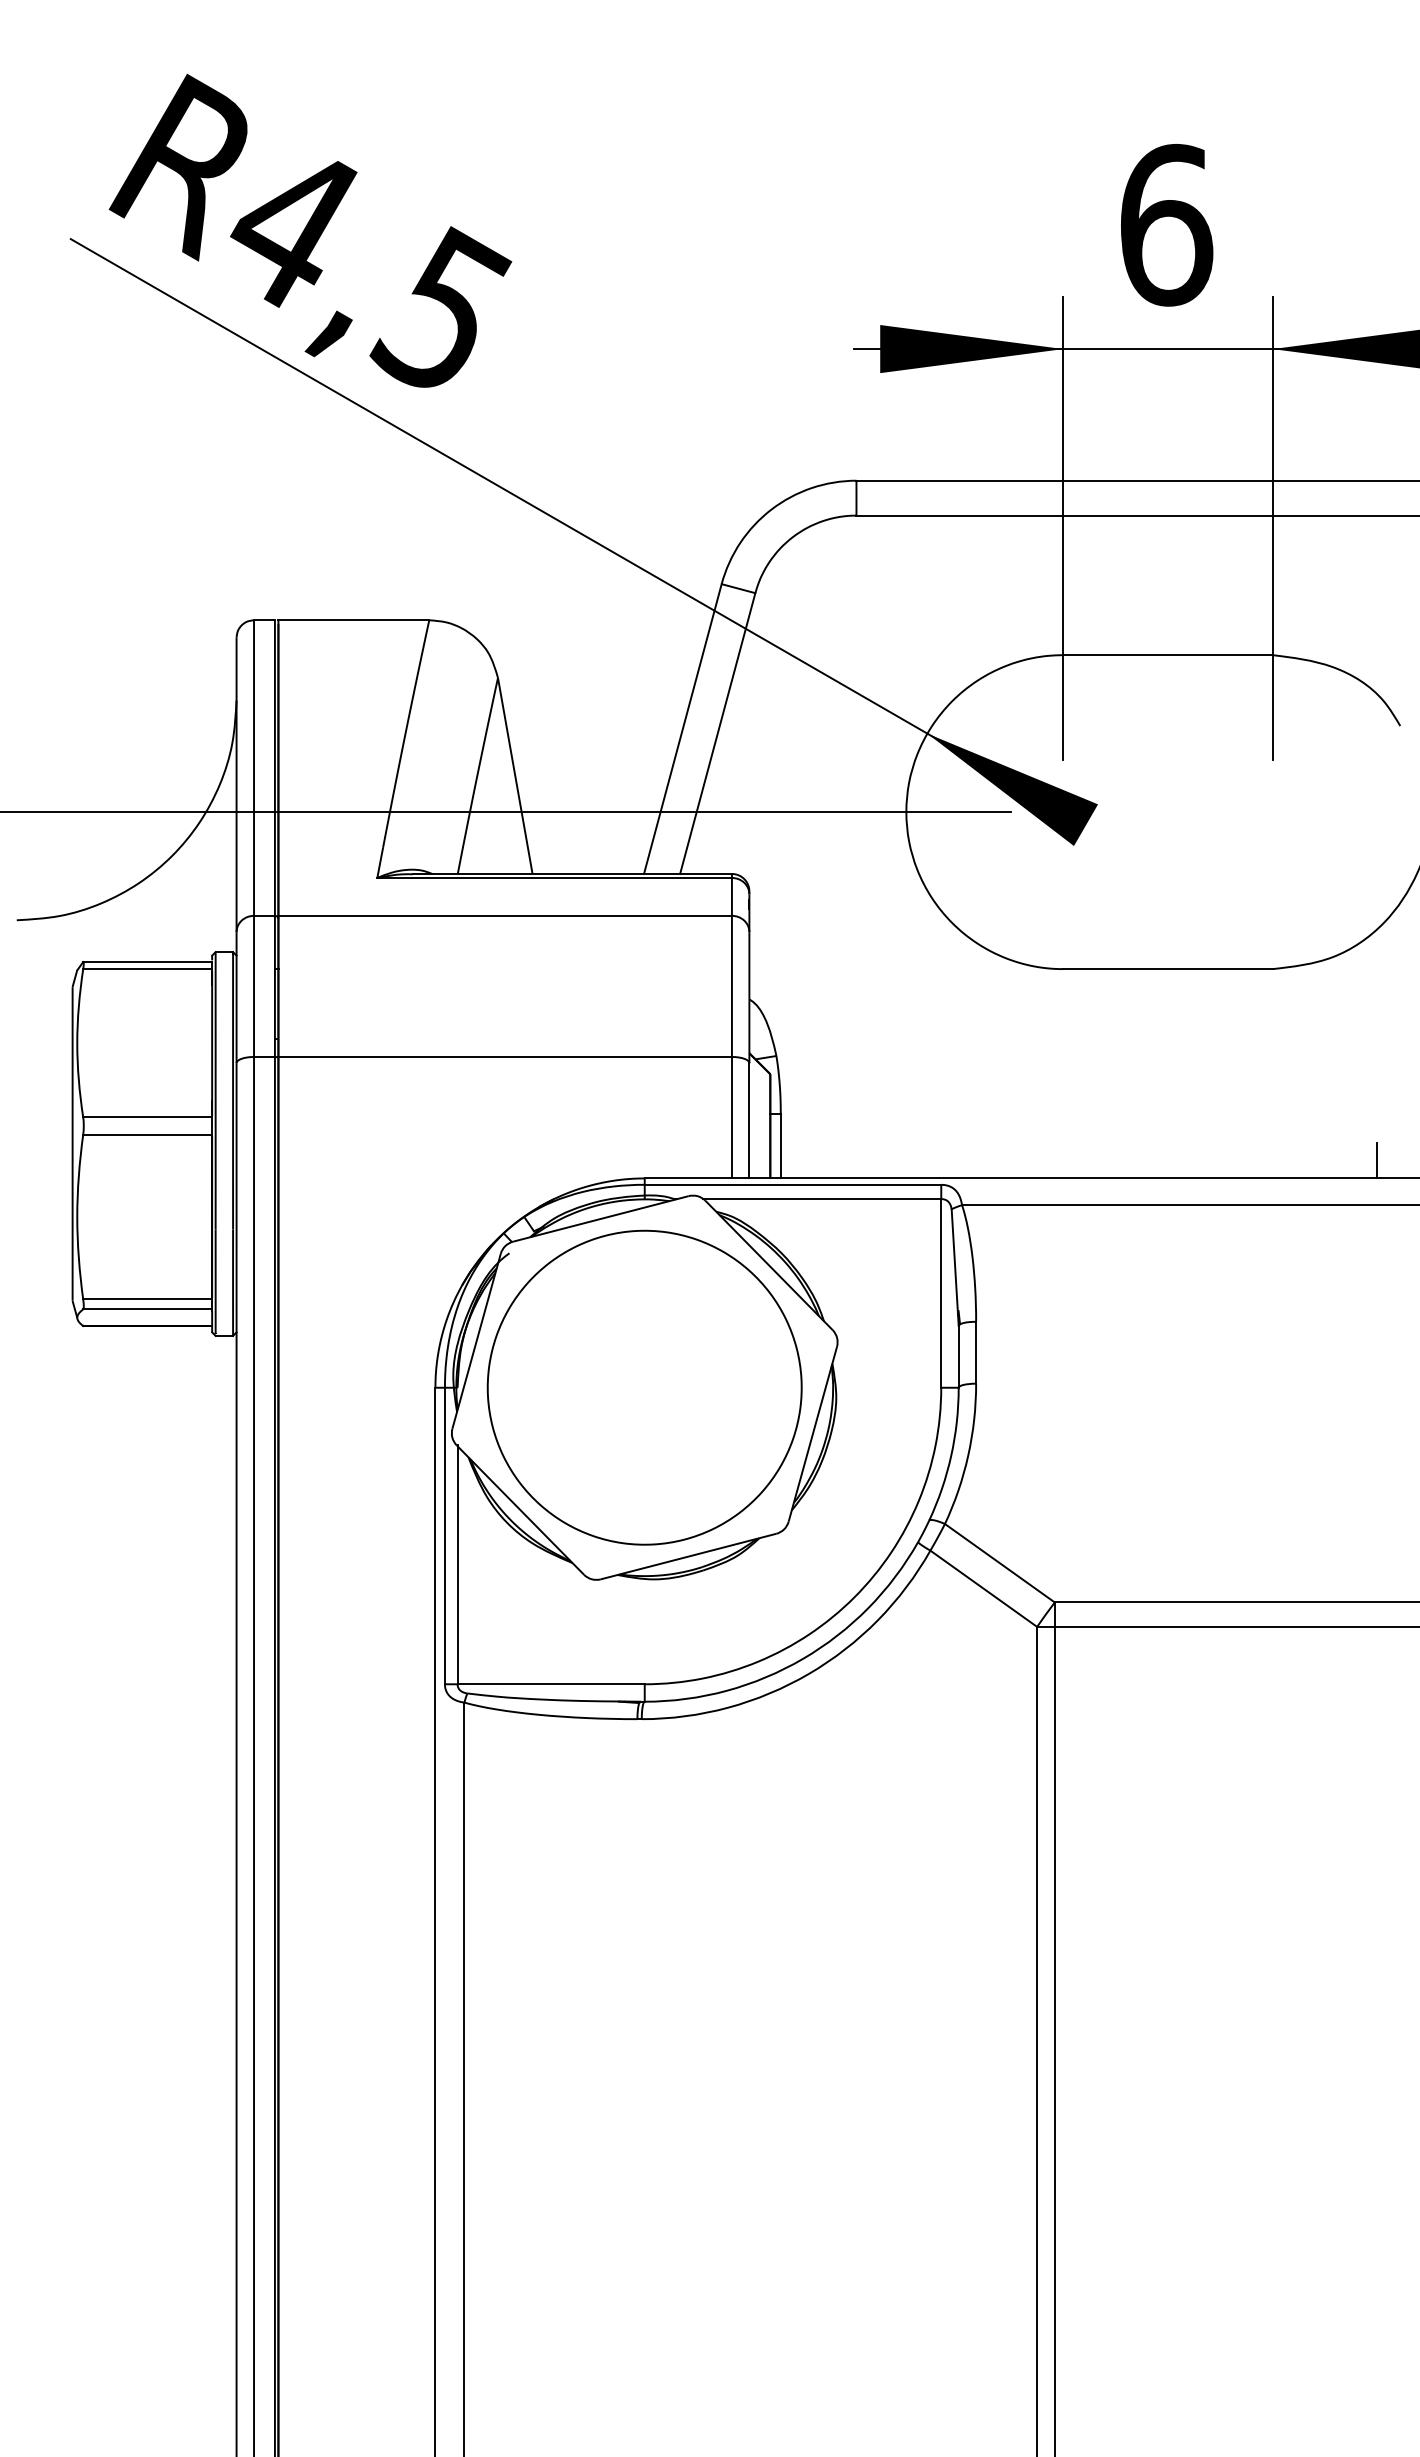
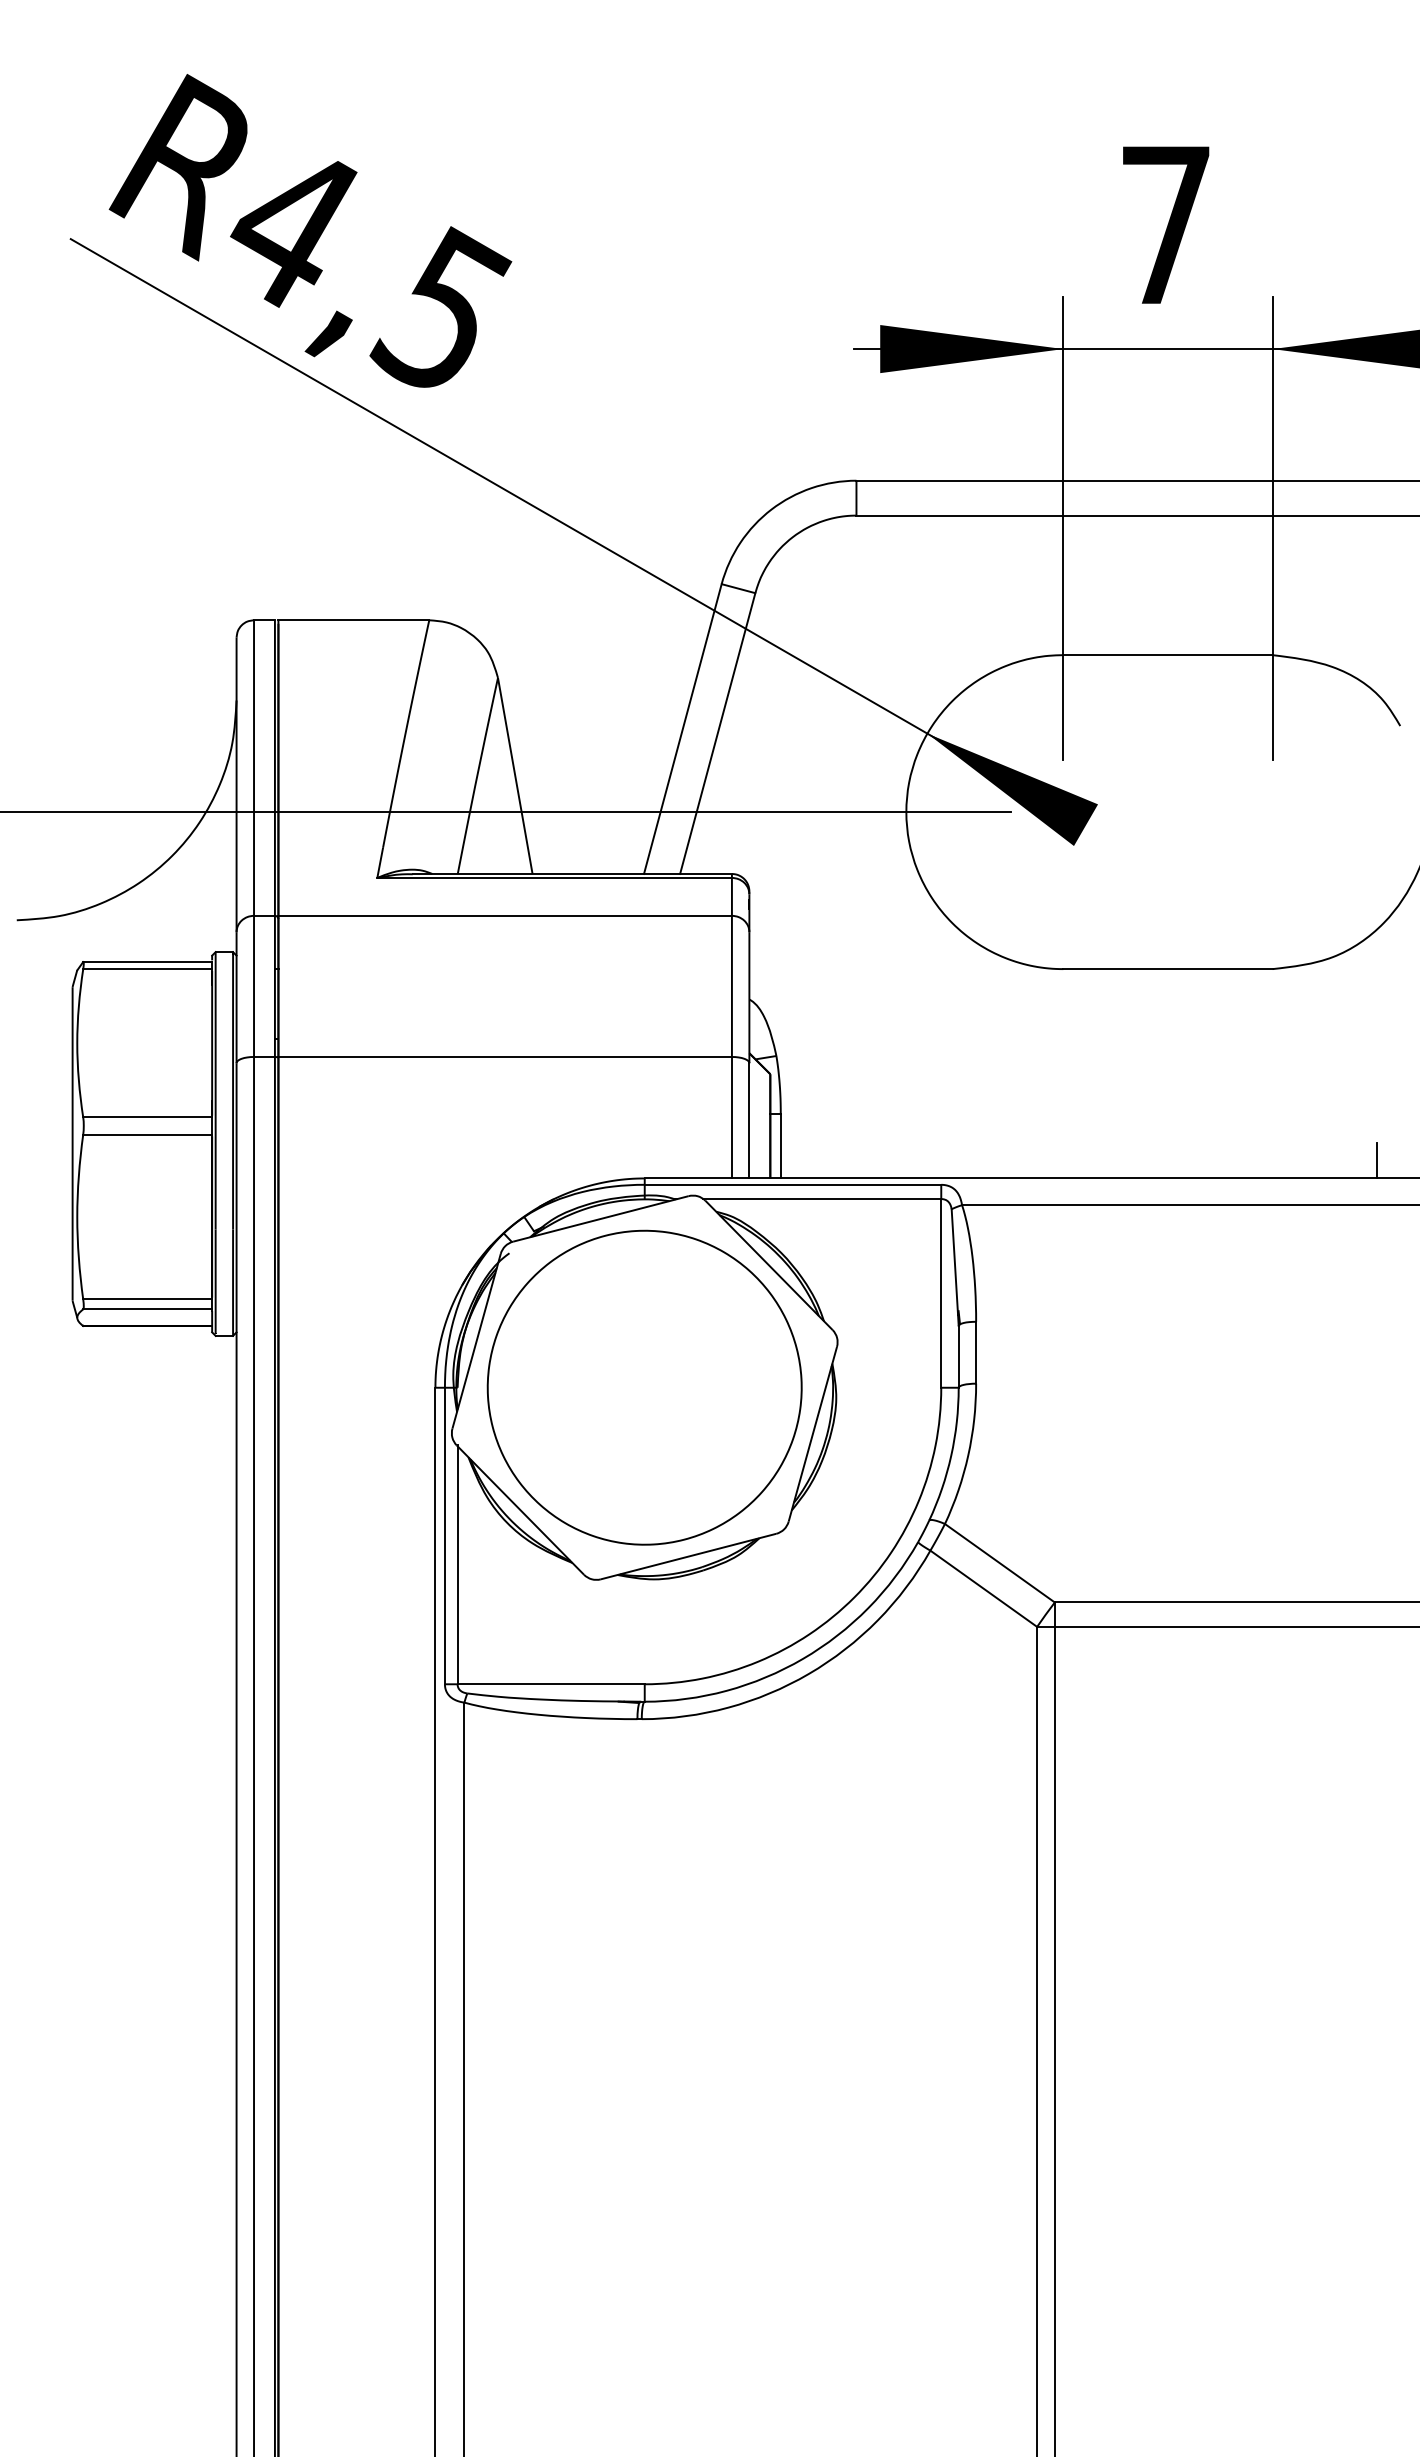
text at (1167, 224): 6 -> 7
